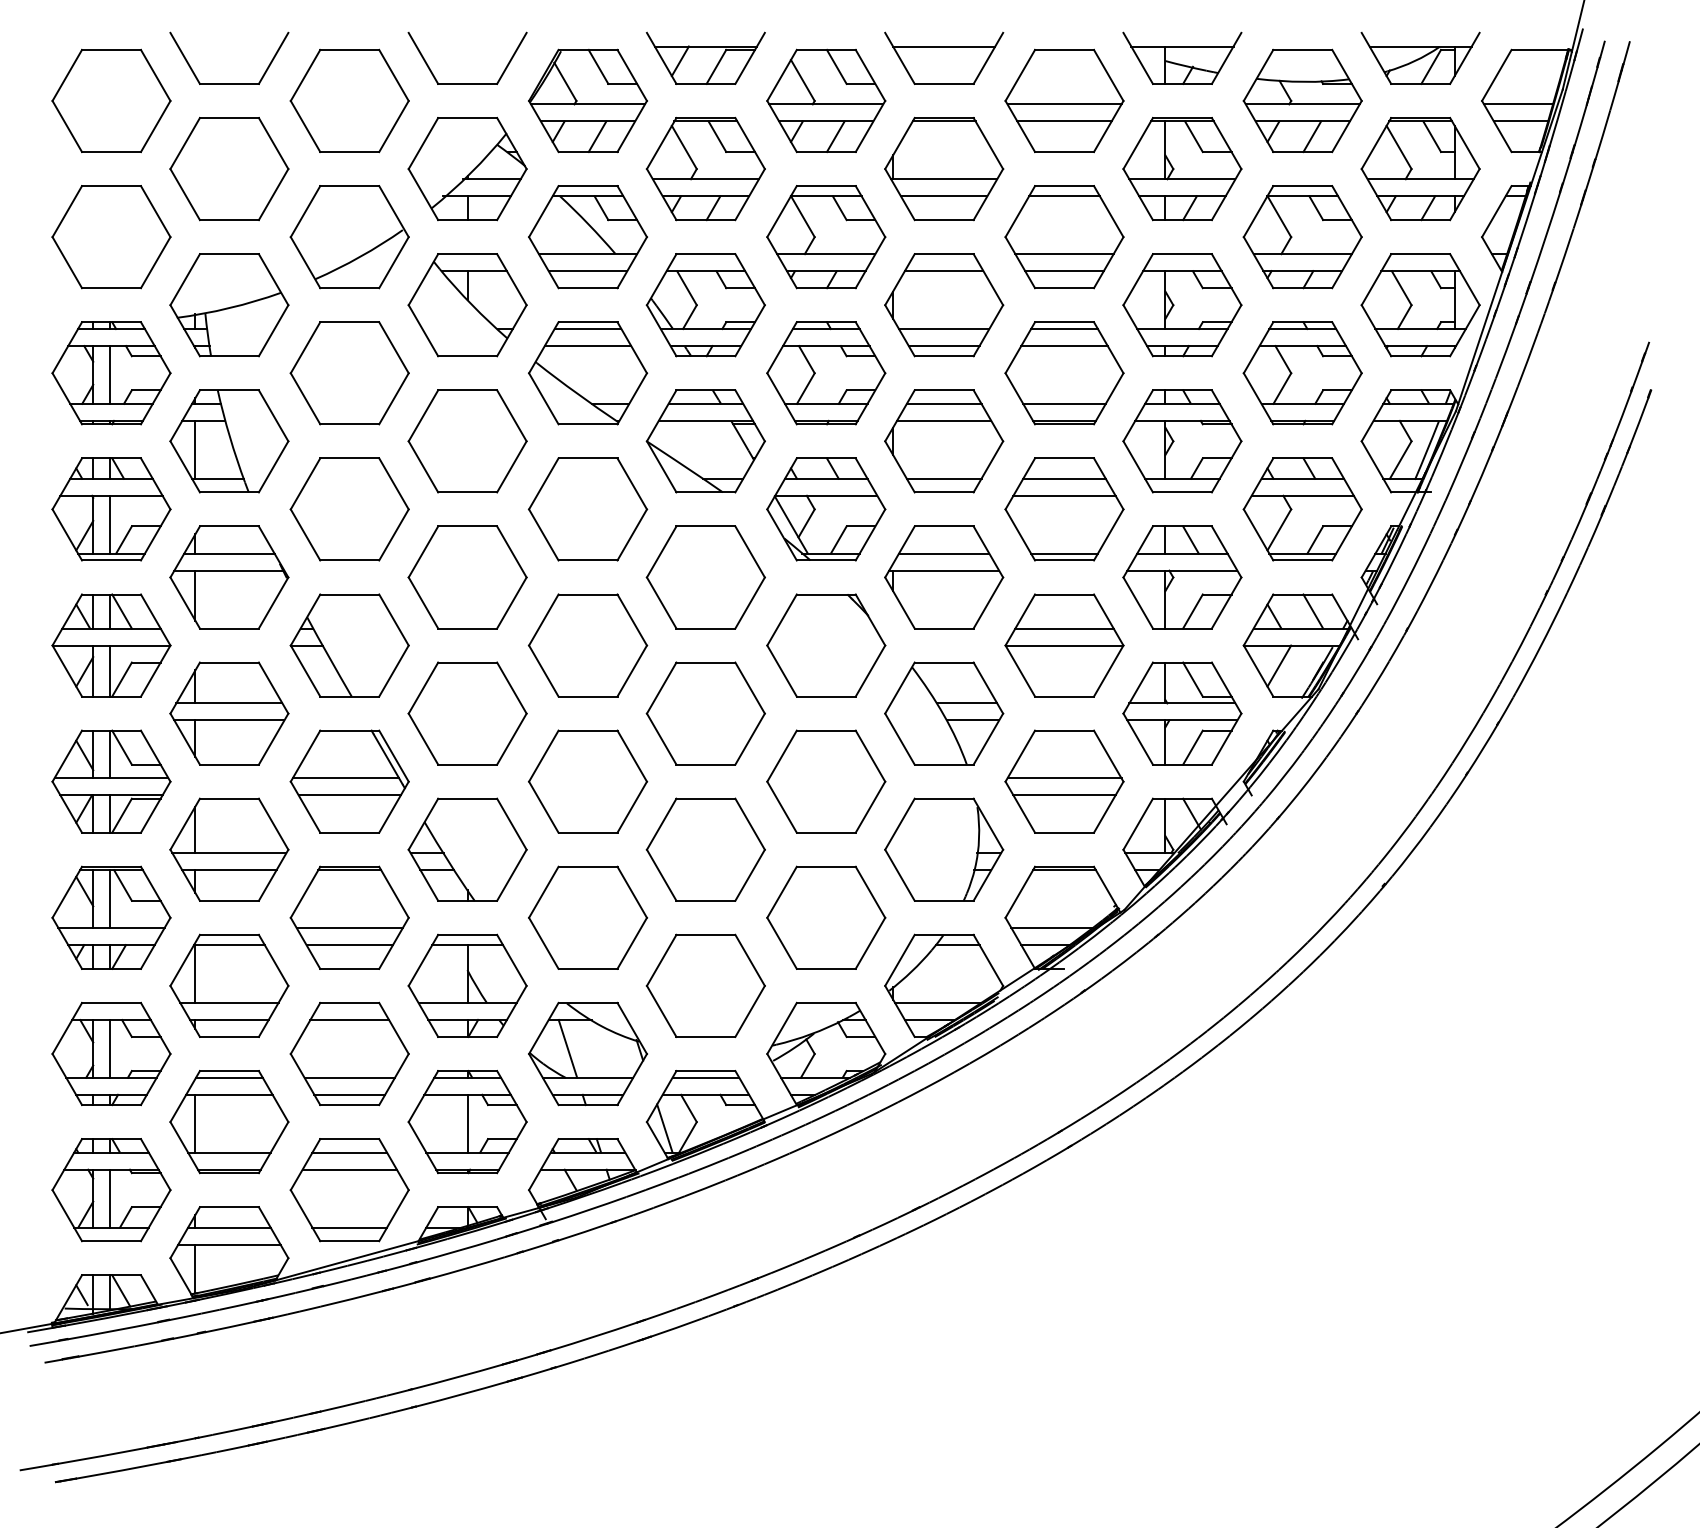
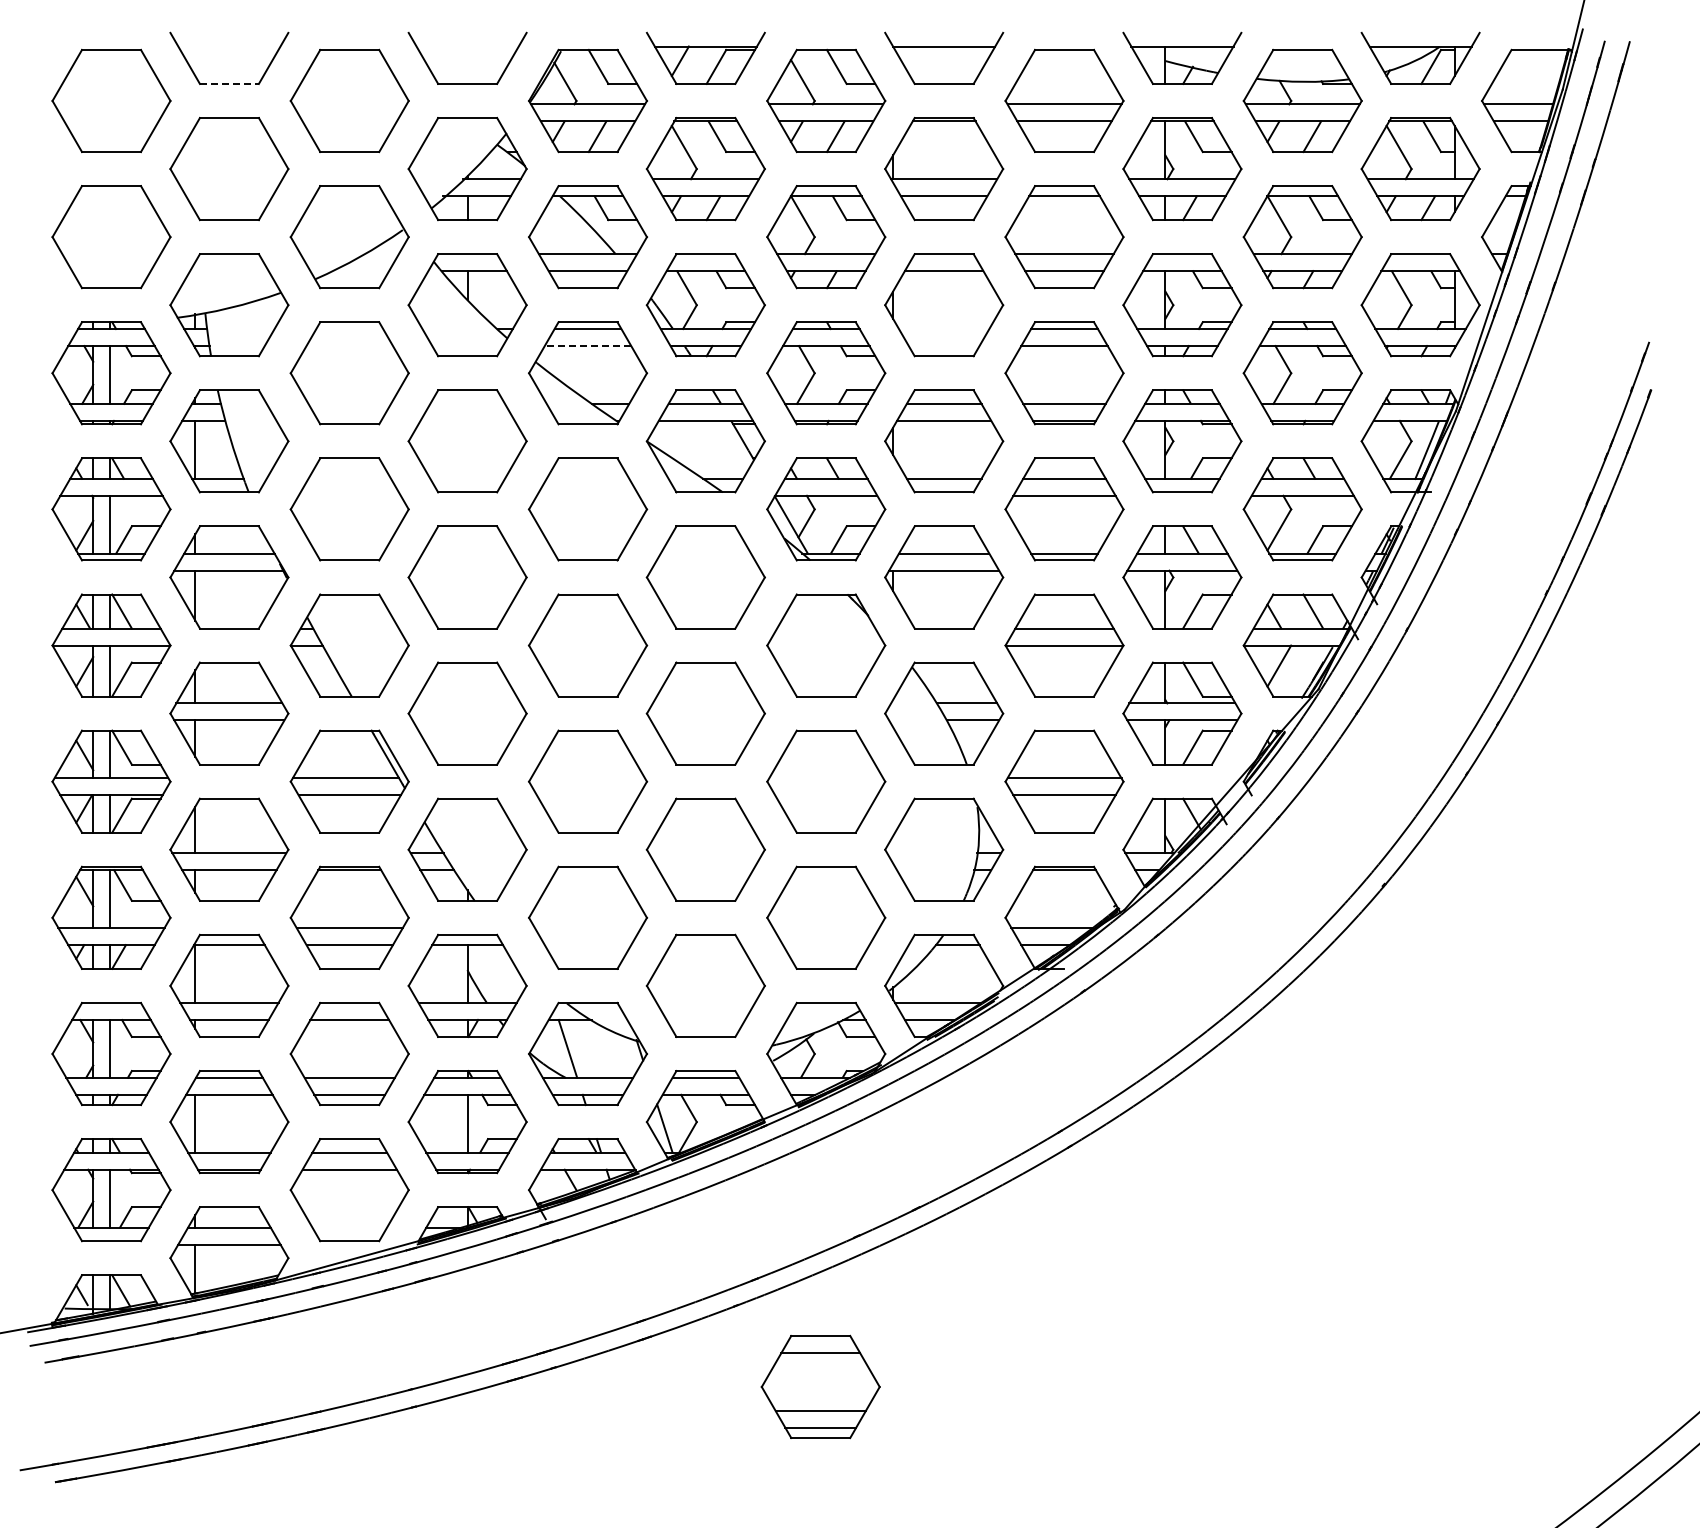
line at (229, 83): solid -> dashed
line at (943, 329): present -> none
line at (587, 346): solid -> dashed
line at (943, 346): present -> none
line at (349, 1227): present -> none
part at (820, 1386): none -> present
